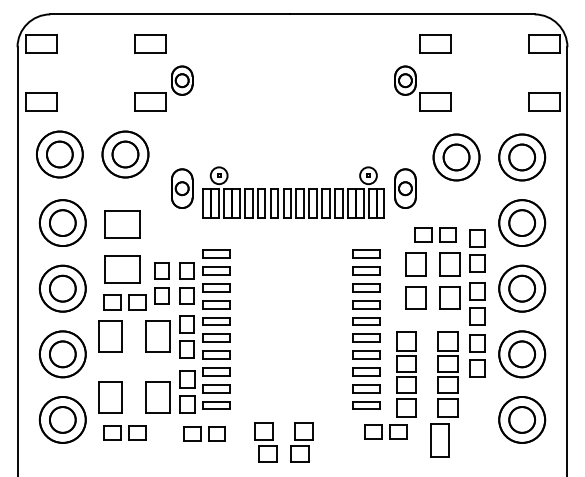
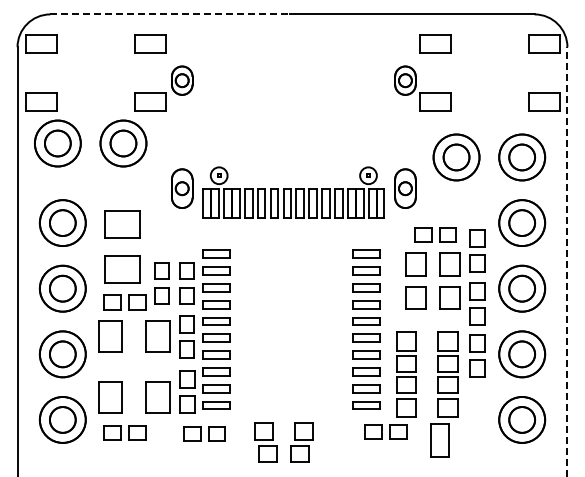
line at (170, 14): solid -> dashed
part at (83, 154) position: (83, 154) -> (81, 143)
line at (567, 261): solid -> dashed
